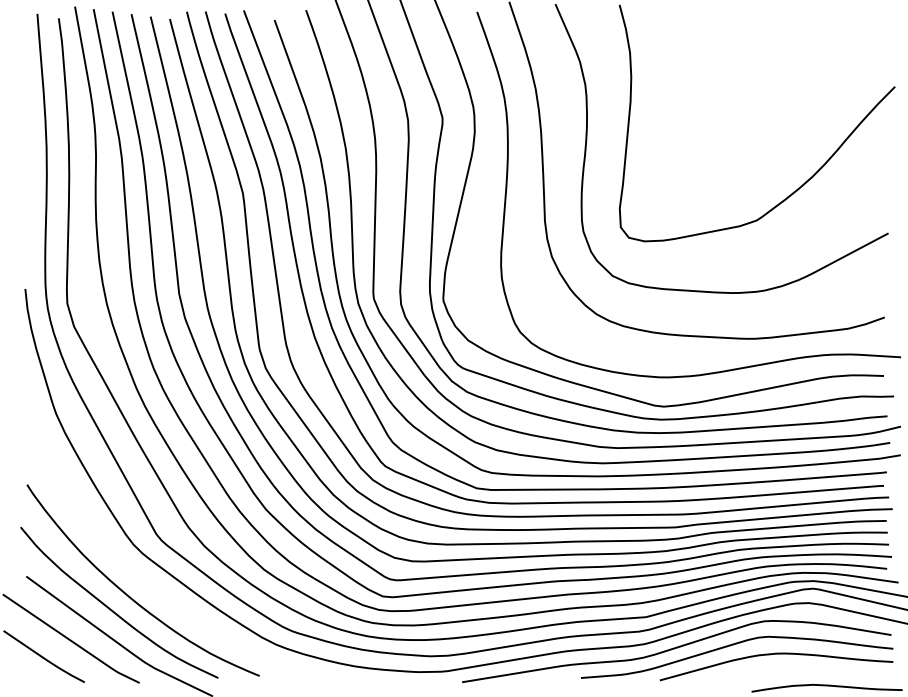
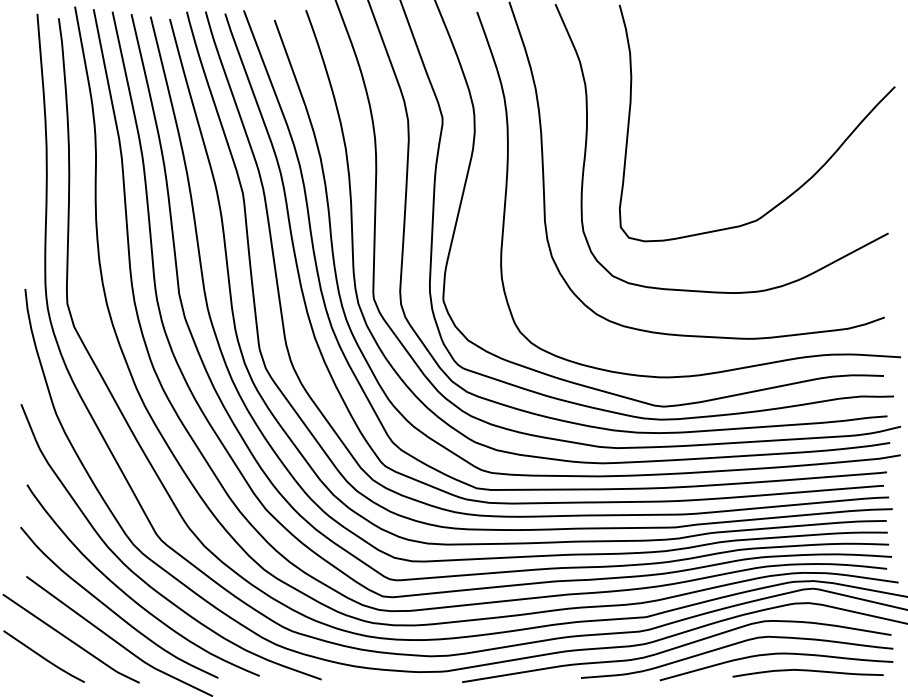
curve at (142, 578): none -> present
curve at (826, 686) position: (826, 686) -> (807, 671)
